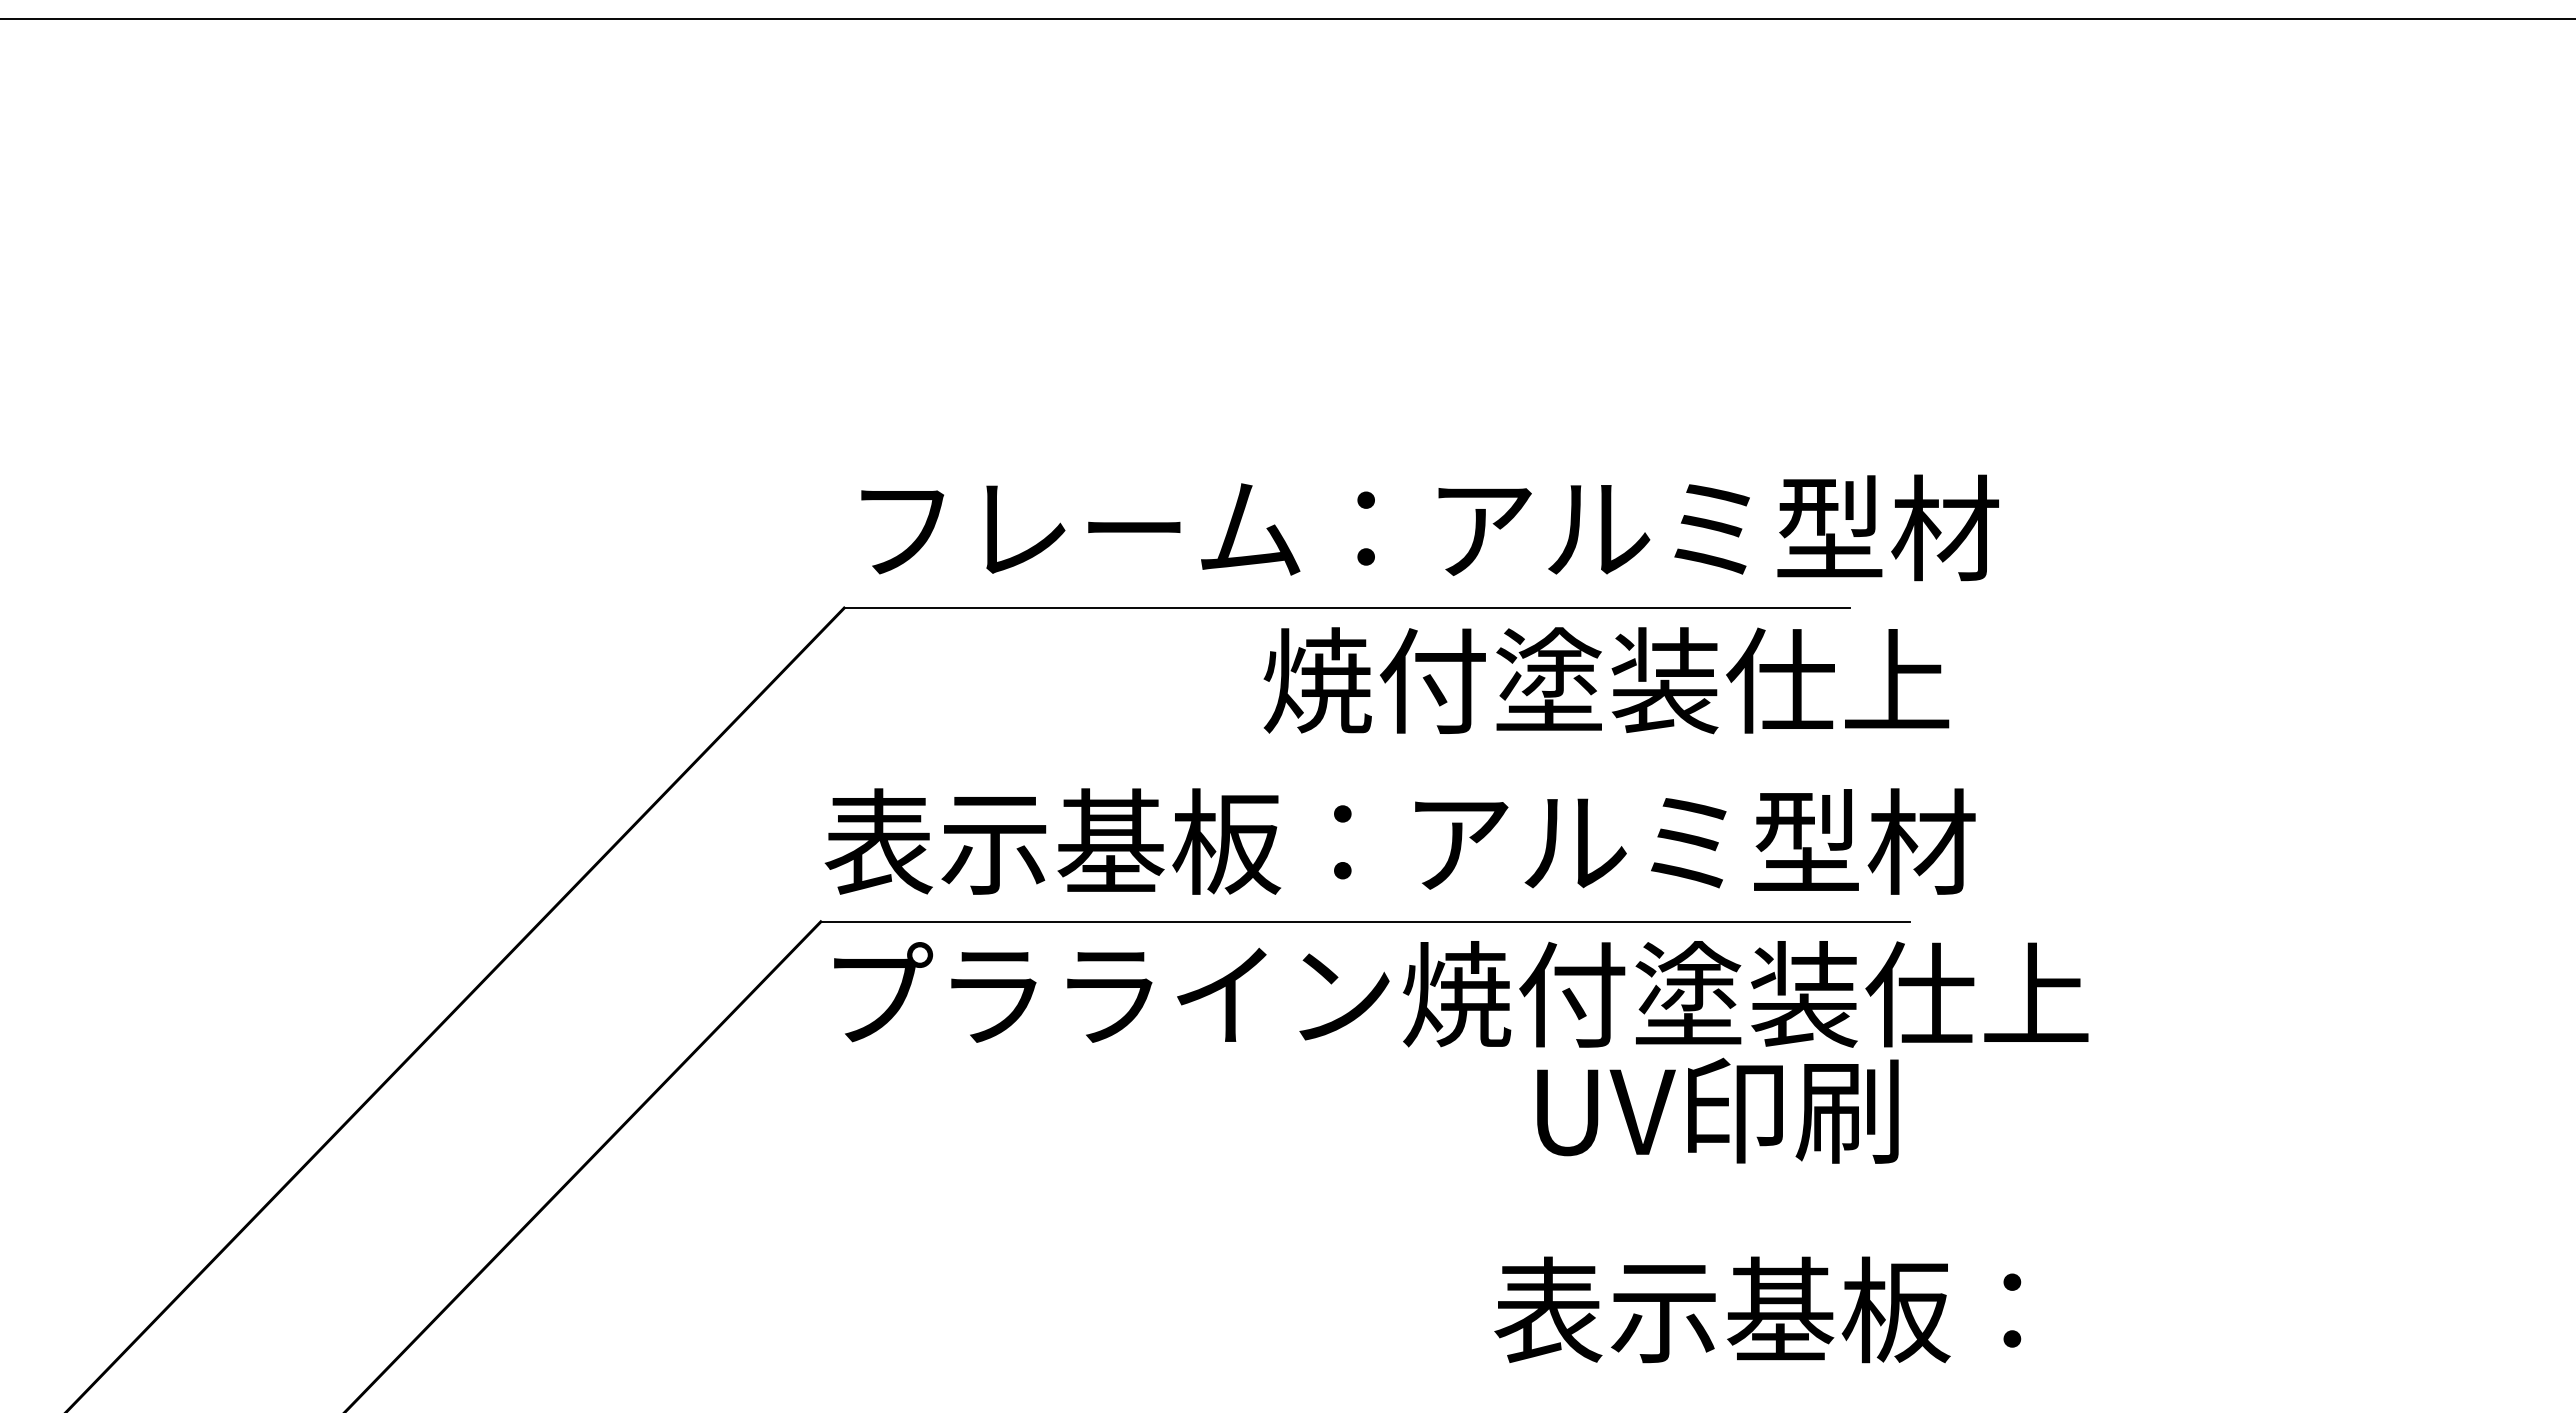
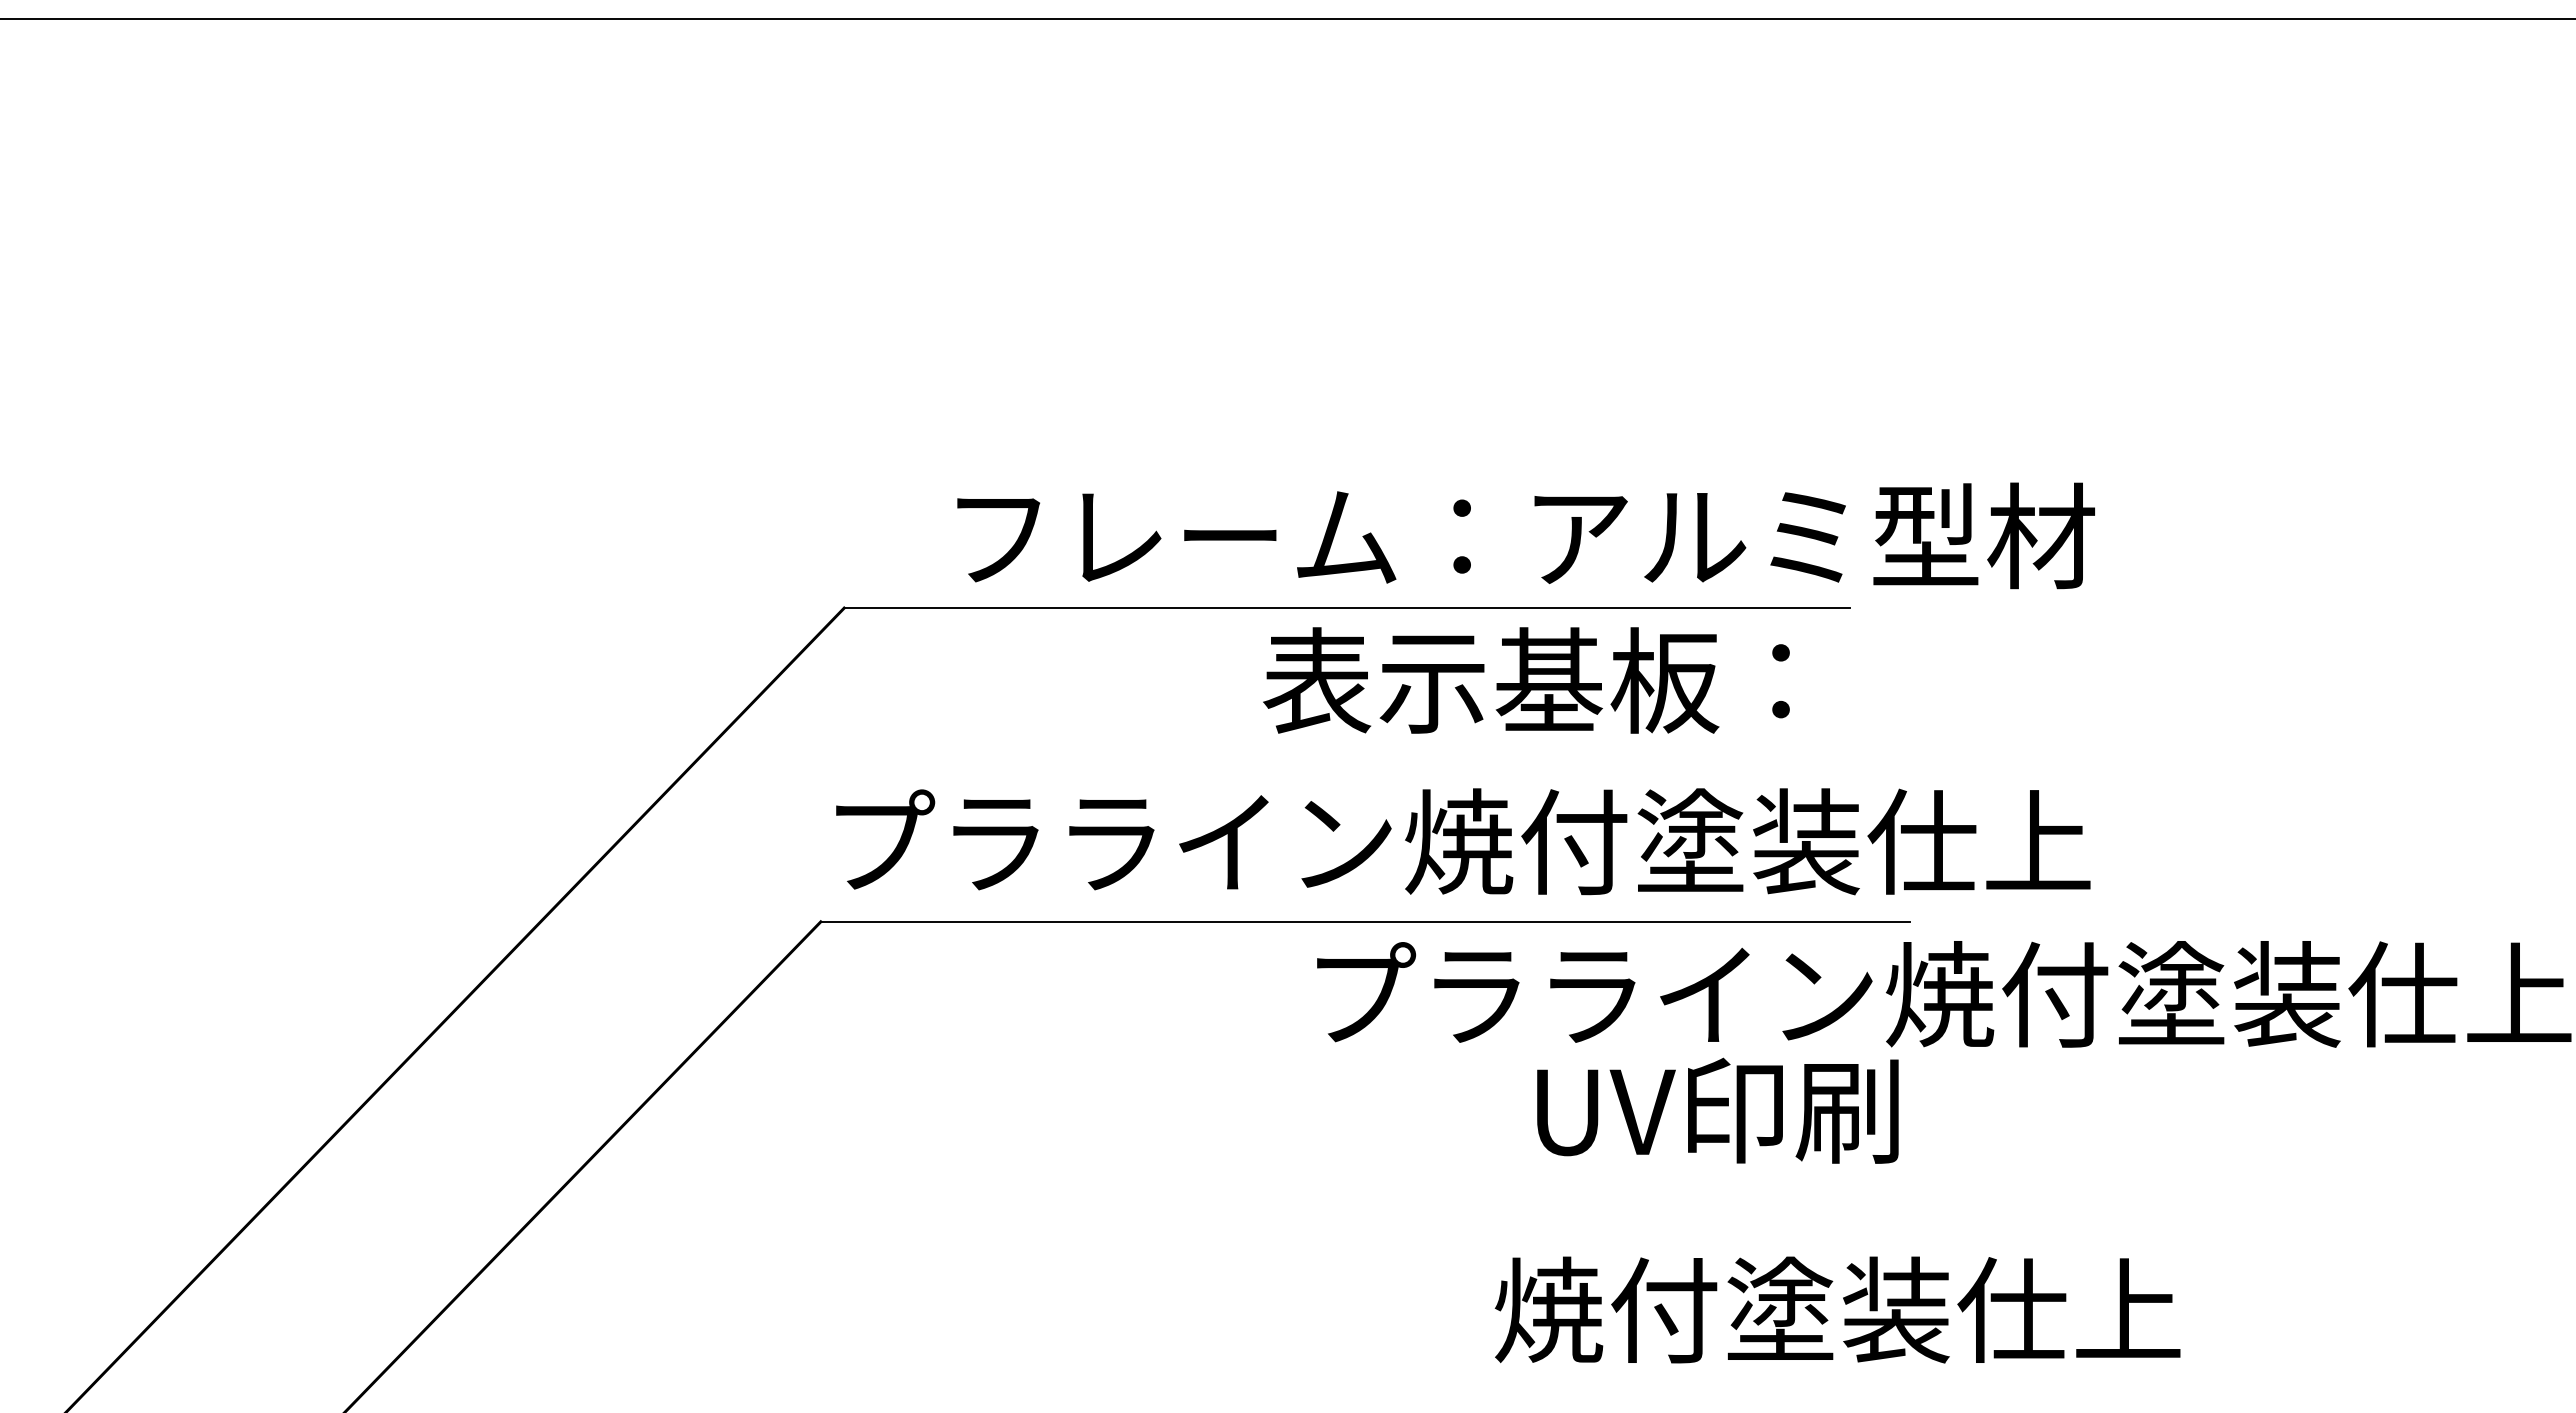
text at (1429, 527) position: (1429, 527) -> (1525, 535)
text at (1606, 680): 焼付塗装仕上 -> 表示基板：
text at (1457, 841): 表示基板：アルミ型材 -> プラライン焼付塗装仕上
text at (1461, 994) position: (1461, 994) -> (1944, 994)
text at (1837, 1309): 表示基板： -> 焼付塗装仕上
